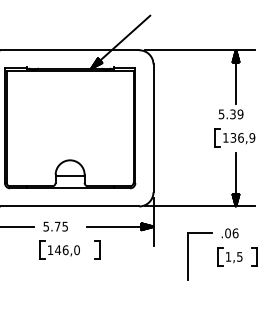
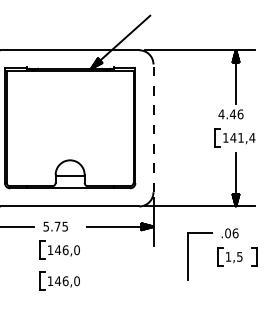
text at (230, 114): 5.39 -> 4.46
line at (153, 128): solid -> dashed
text at (242, 137): 136,9 -> 141,4
part at (97, 249): present -> none
part at (59, 280): none -> present
